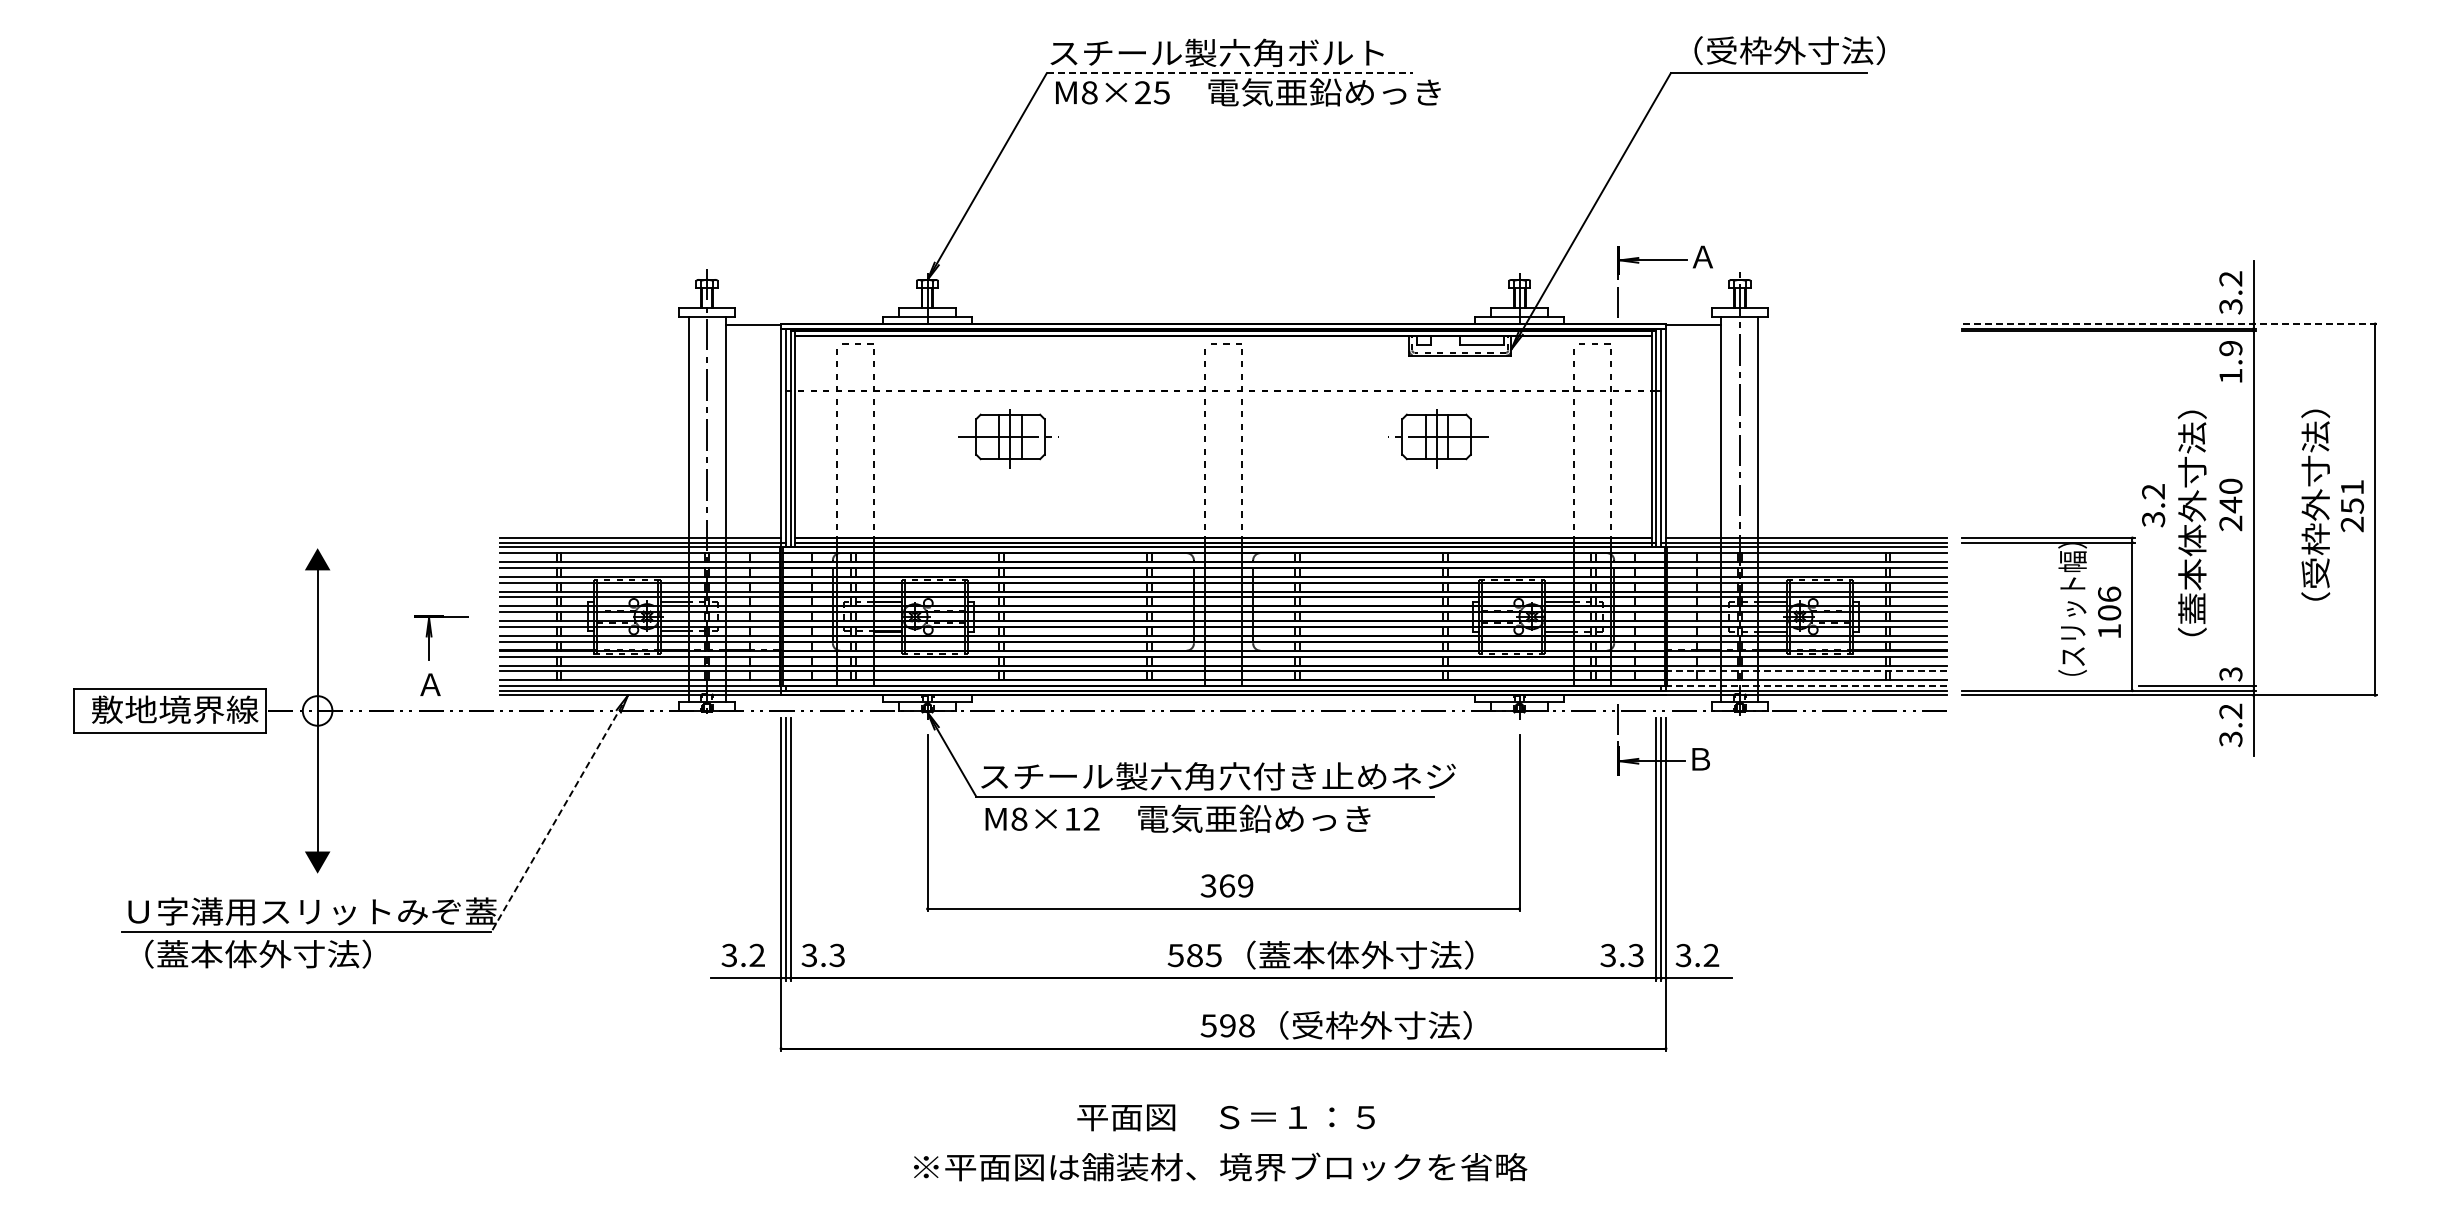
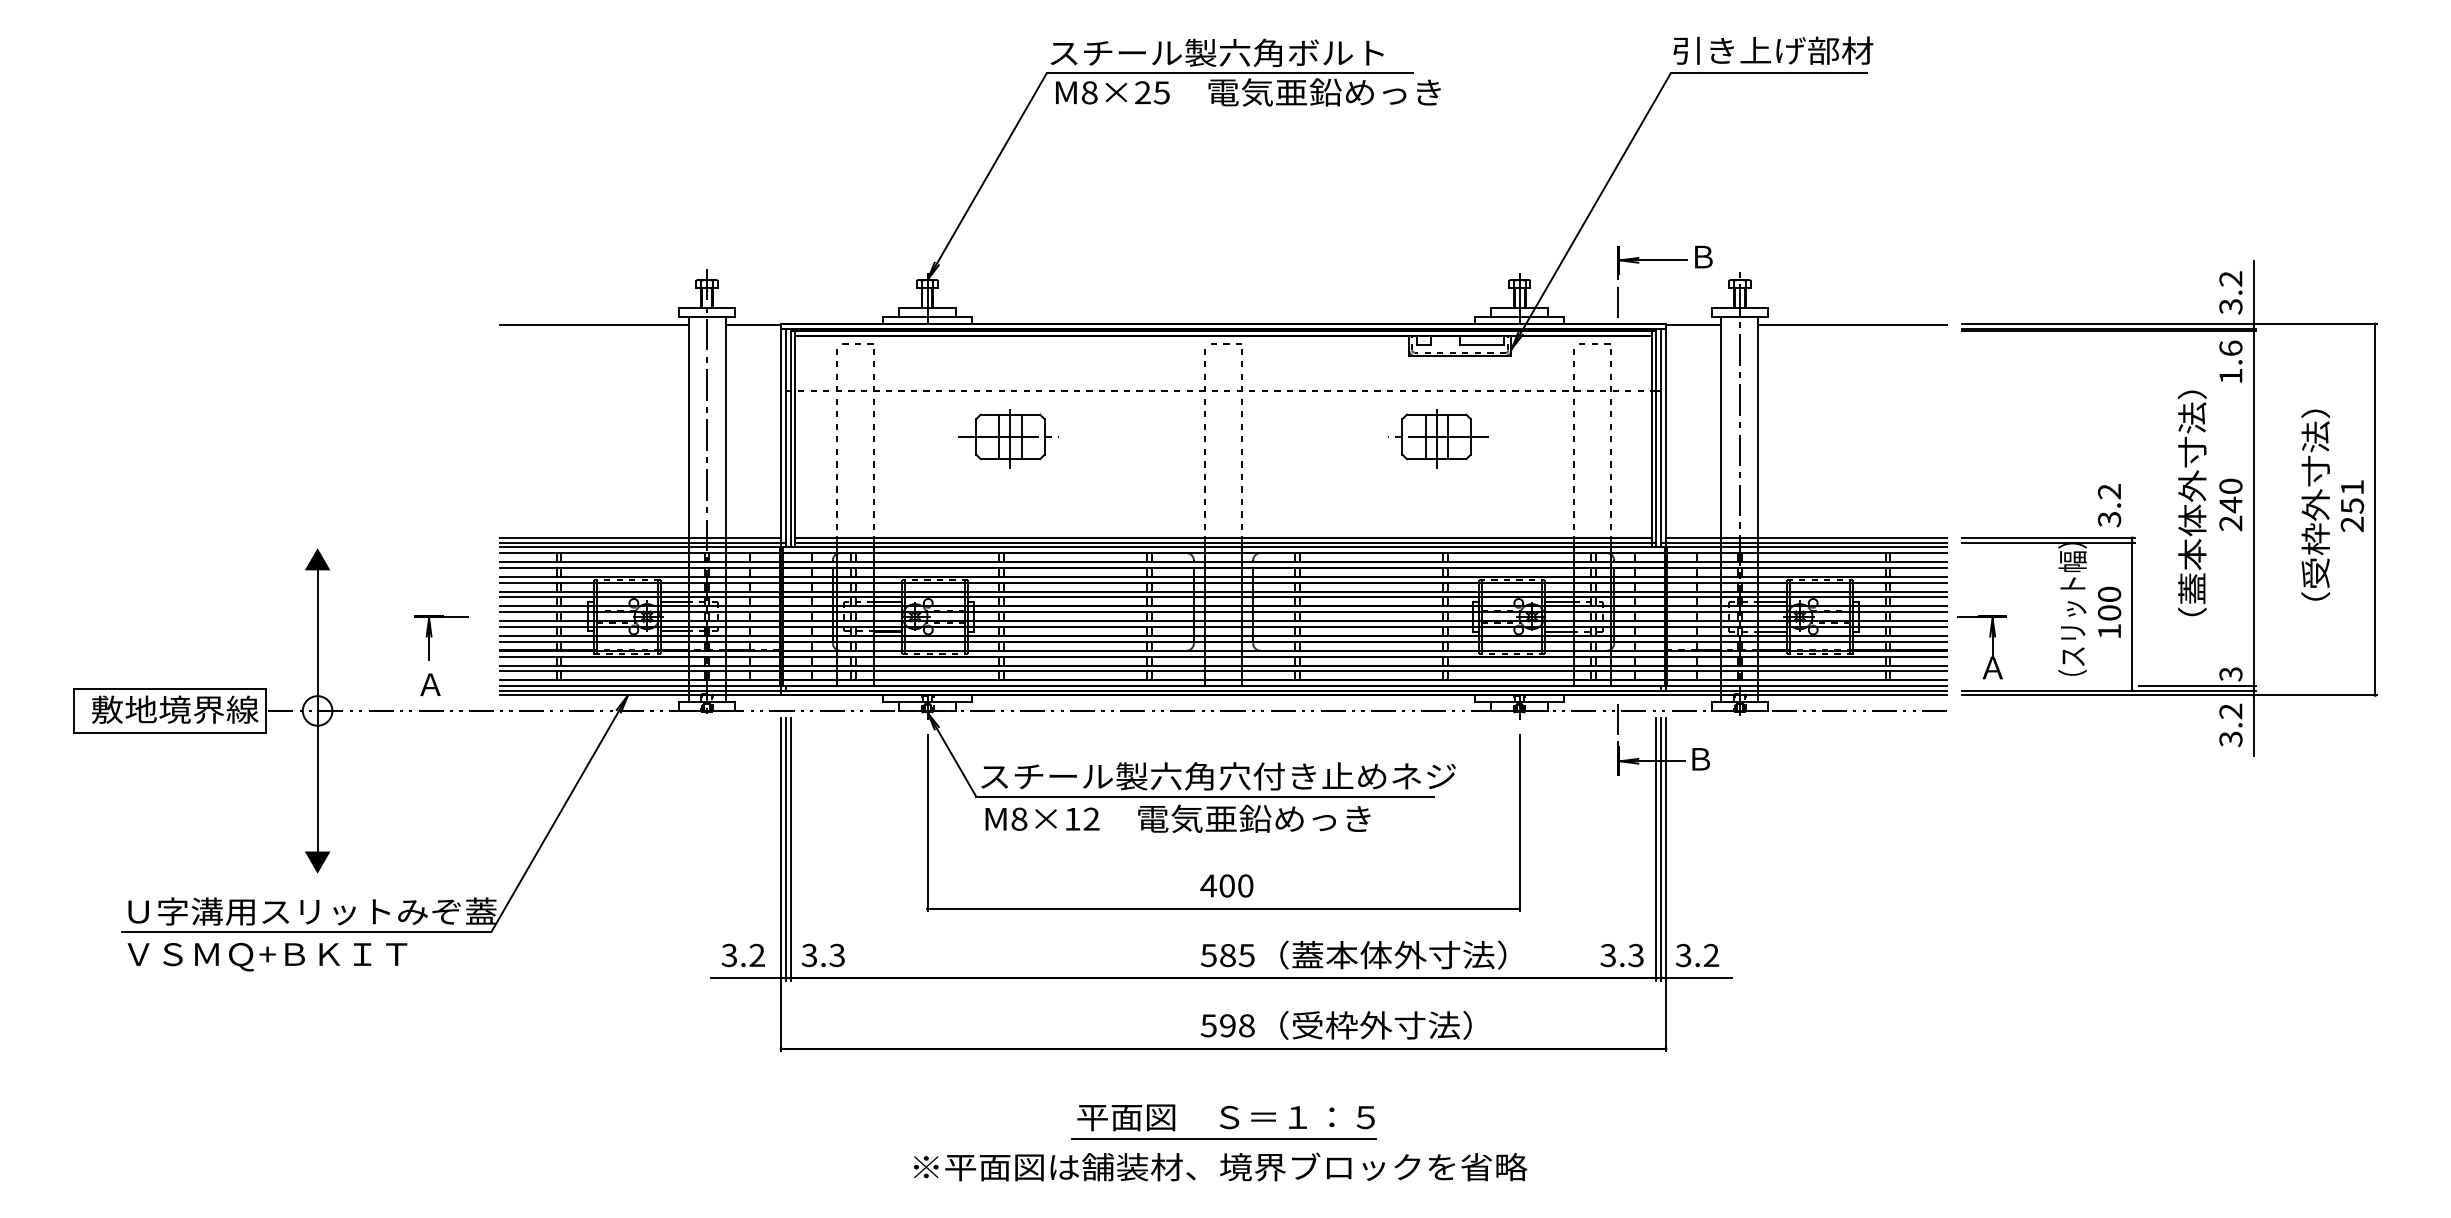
text at (1778, 50): （受枠外寸法） -> 引き上げ部材
line at (1229, 73): dashed -> solid
text at (1702, 256): Ａ -> Ｂ
line at (593, 324): none -> present
line at (1852, 324): none -> present
line at (2169, 324): dashed -> solid
text at (2230, 348): 1.9 -> 1.6
text at (2153, 505) position: (2153, 505) -> (2109, 505)
text at (2191, 523) position: (2191, 523) -> (2191, 503)
text at (2109, 593): 106 -> 100
part at (1992, 647): none -> present
line at (1807, 671): dashed -> solid
line at (1807, 686): dashed -> solid
line at (559, 813): dashed -> solid
text at (1226, 885): 369 -> 400
text at (1320, 954) position: (1320, 954) -> (1353, 954)
text at (267, 955): （蓋本体外寸法） -> ＶＳＭＱ+ＢＫＩＴ
line at (1223, 1139): none -> present
